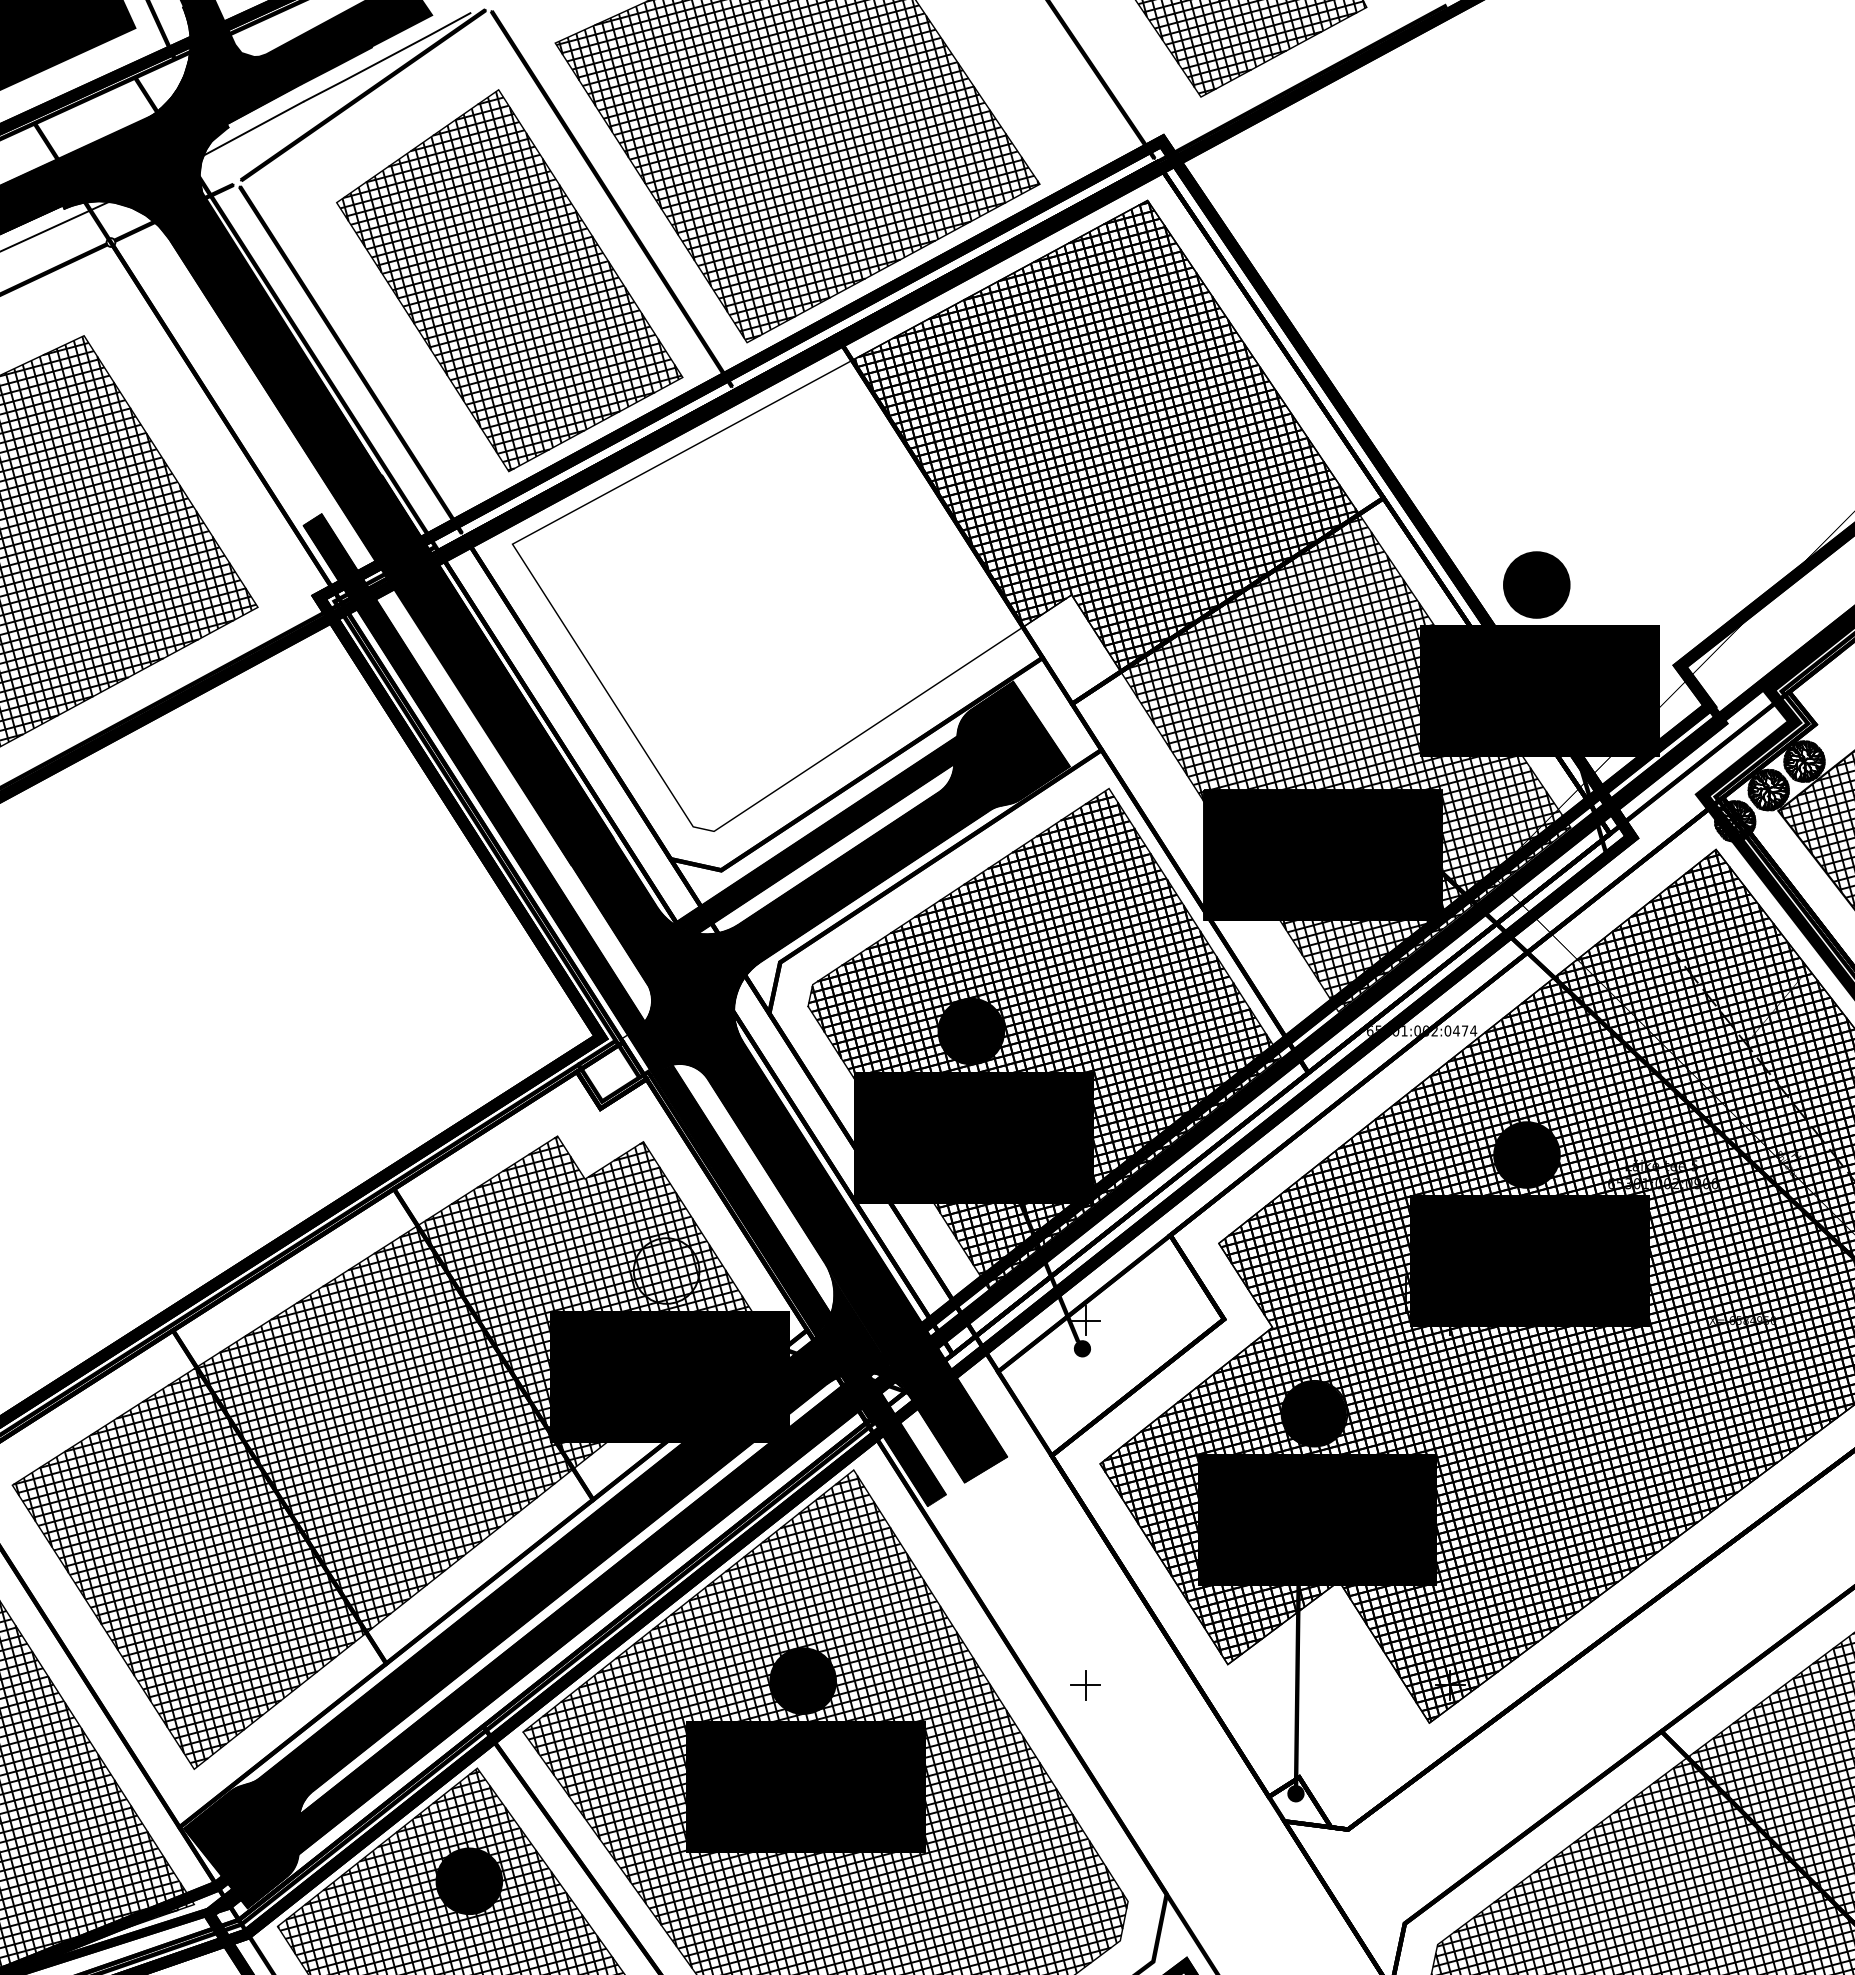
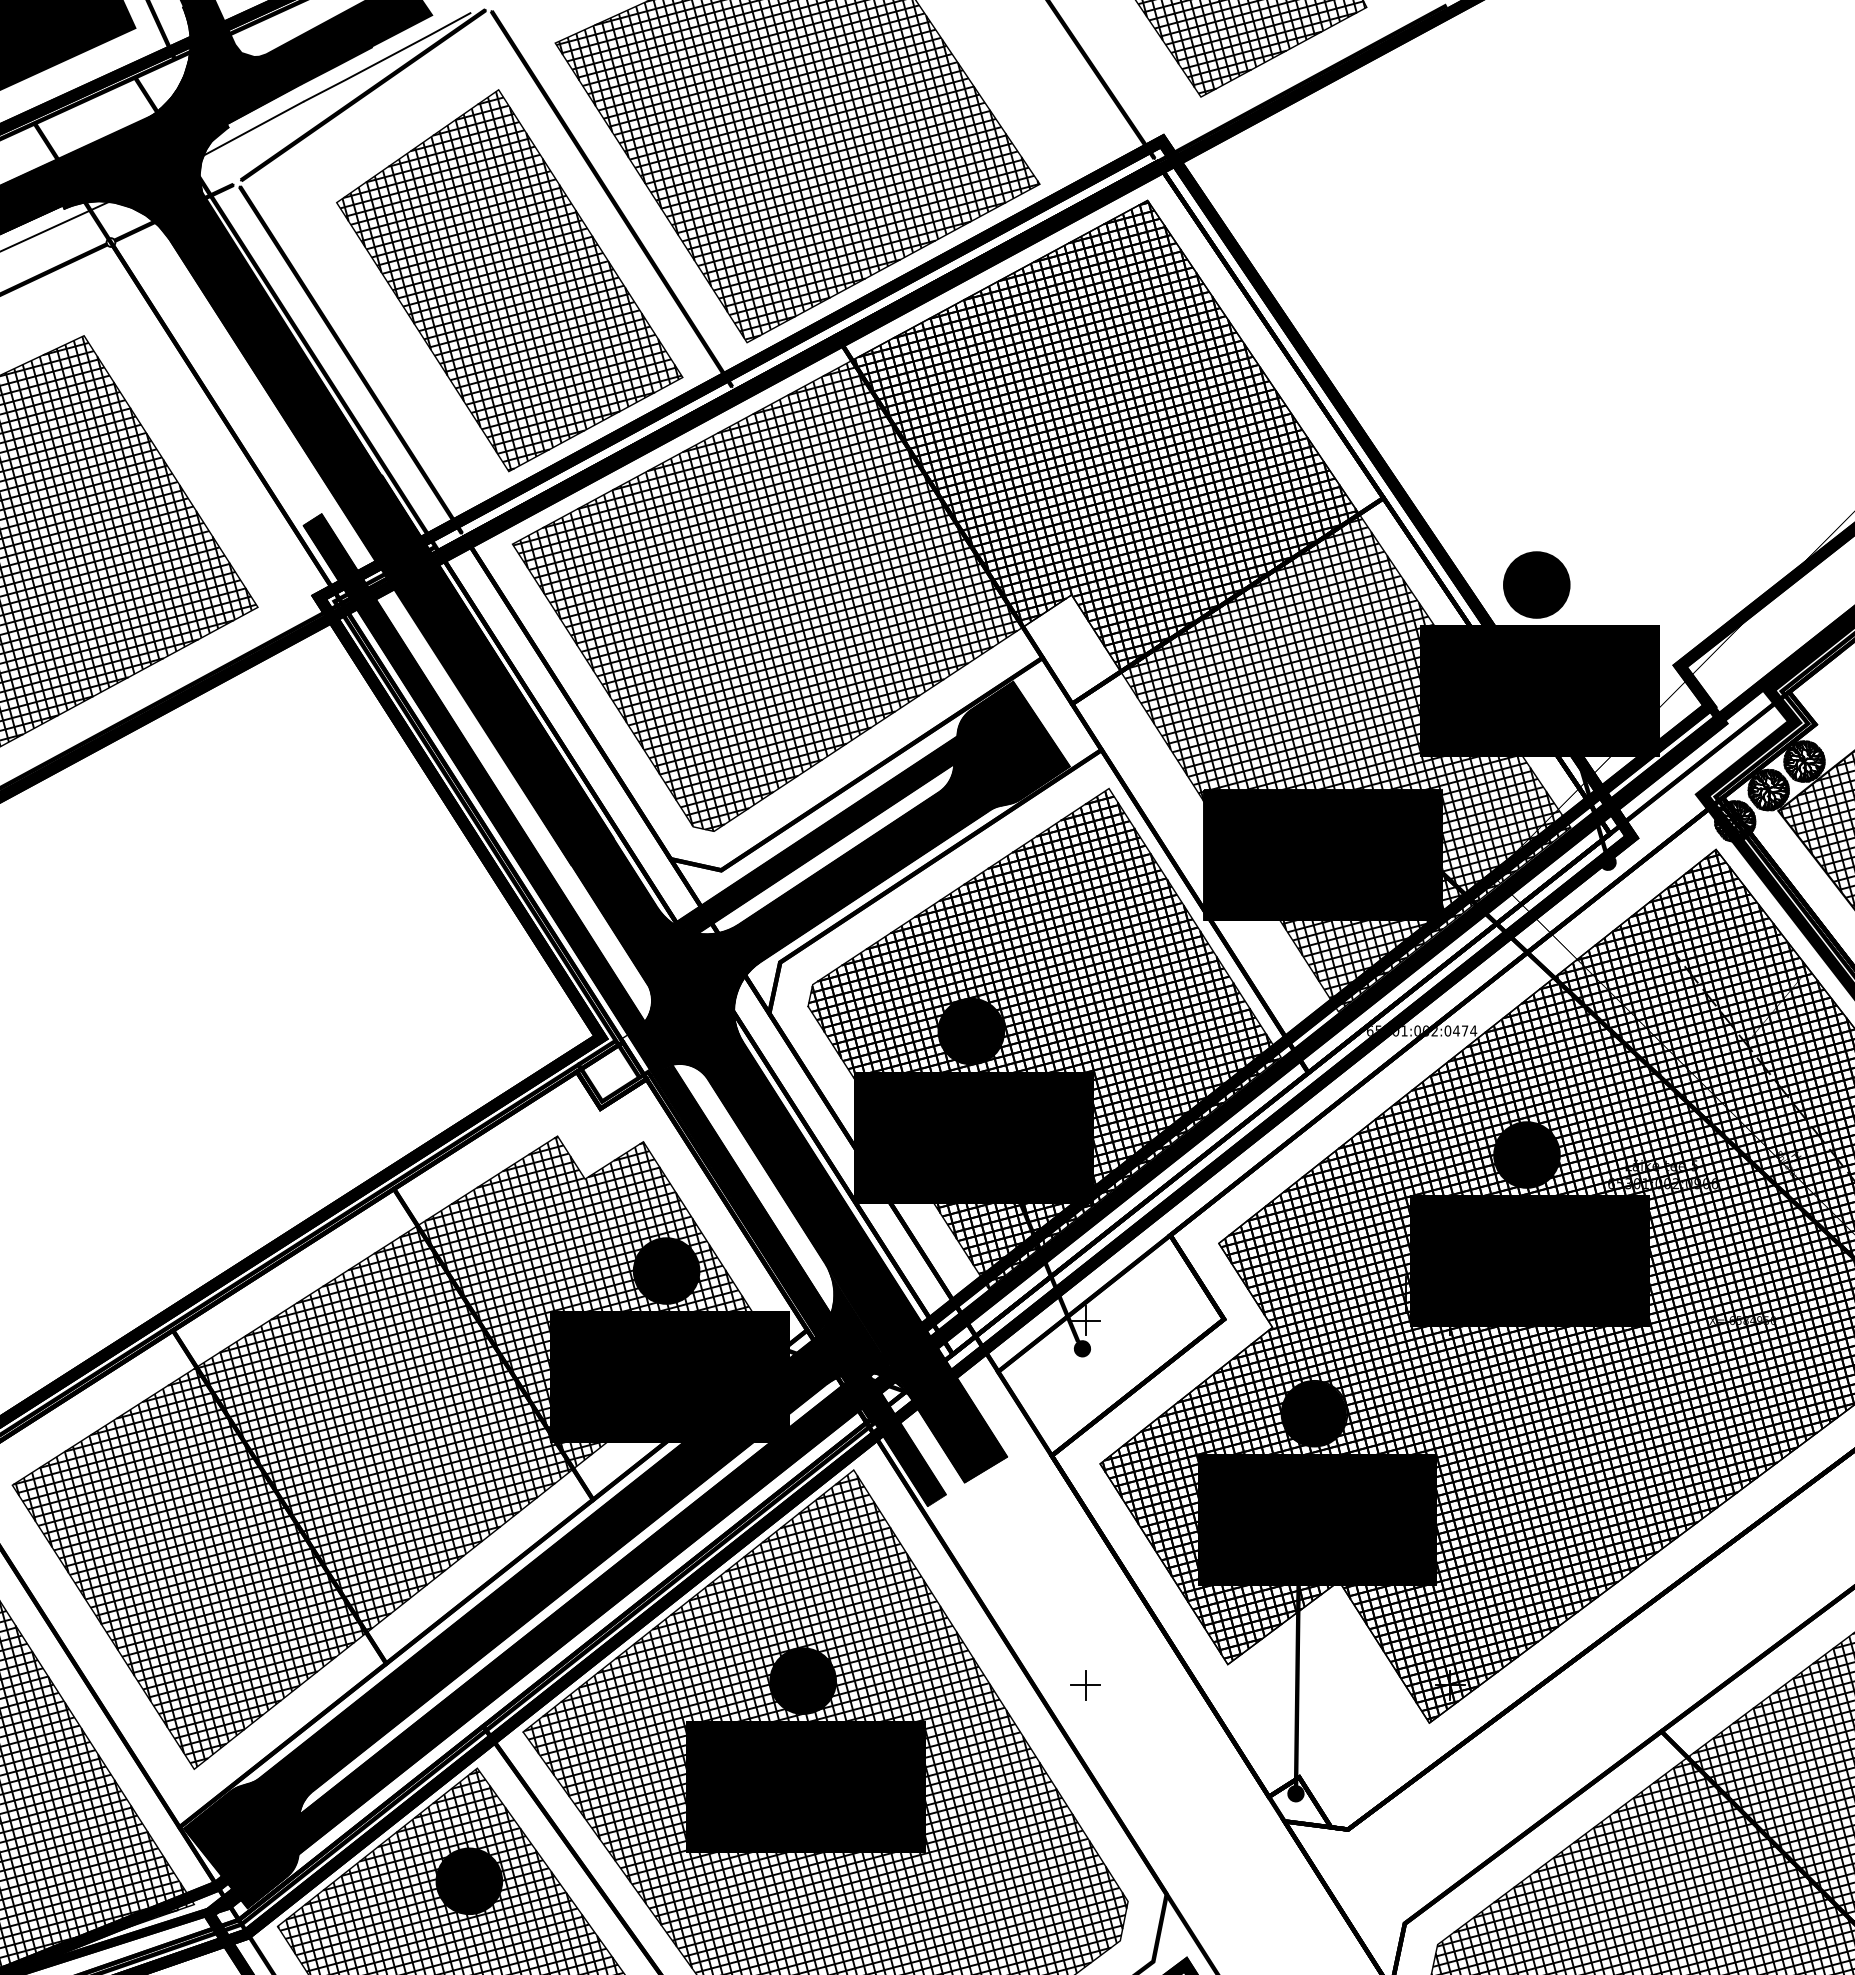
hatch at (767, 597): none -> present
fill at (1607, 861): none -> present
fill at (666, 1270): none -> present
